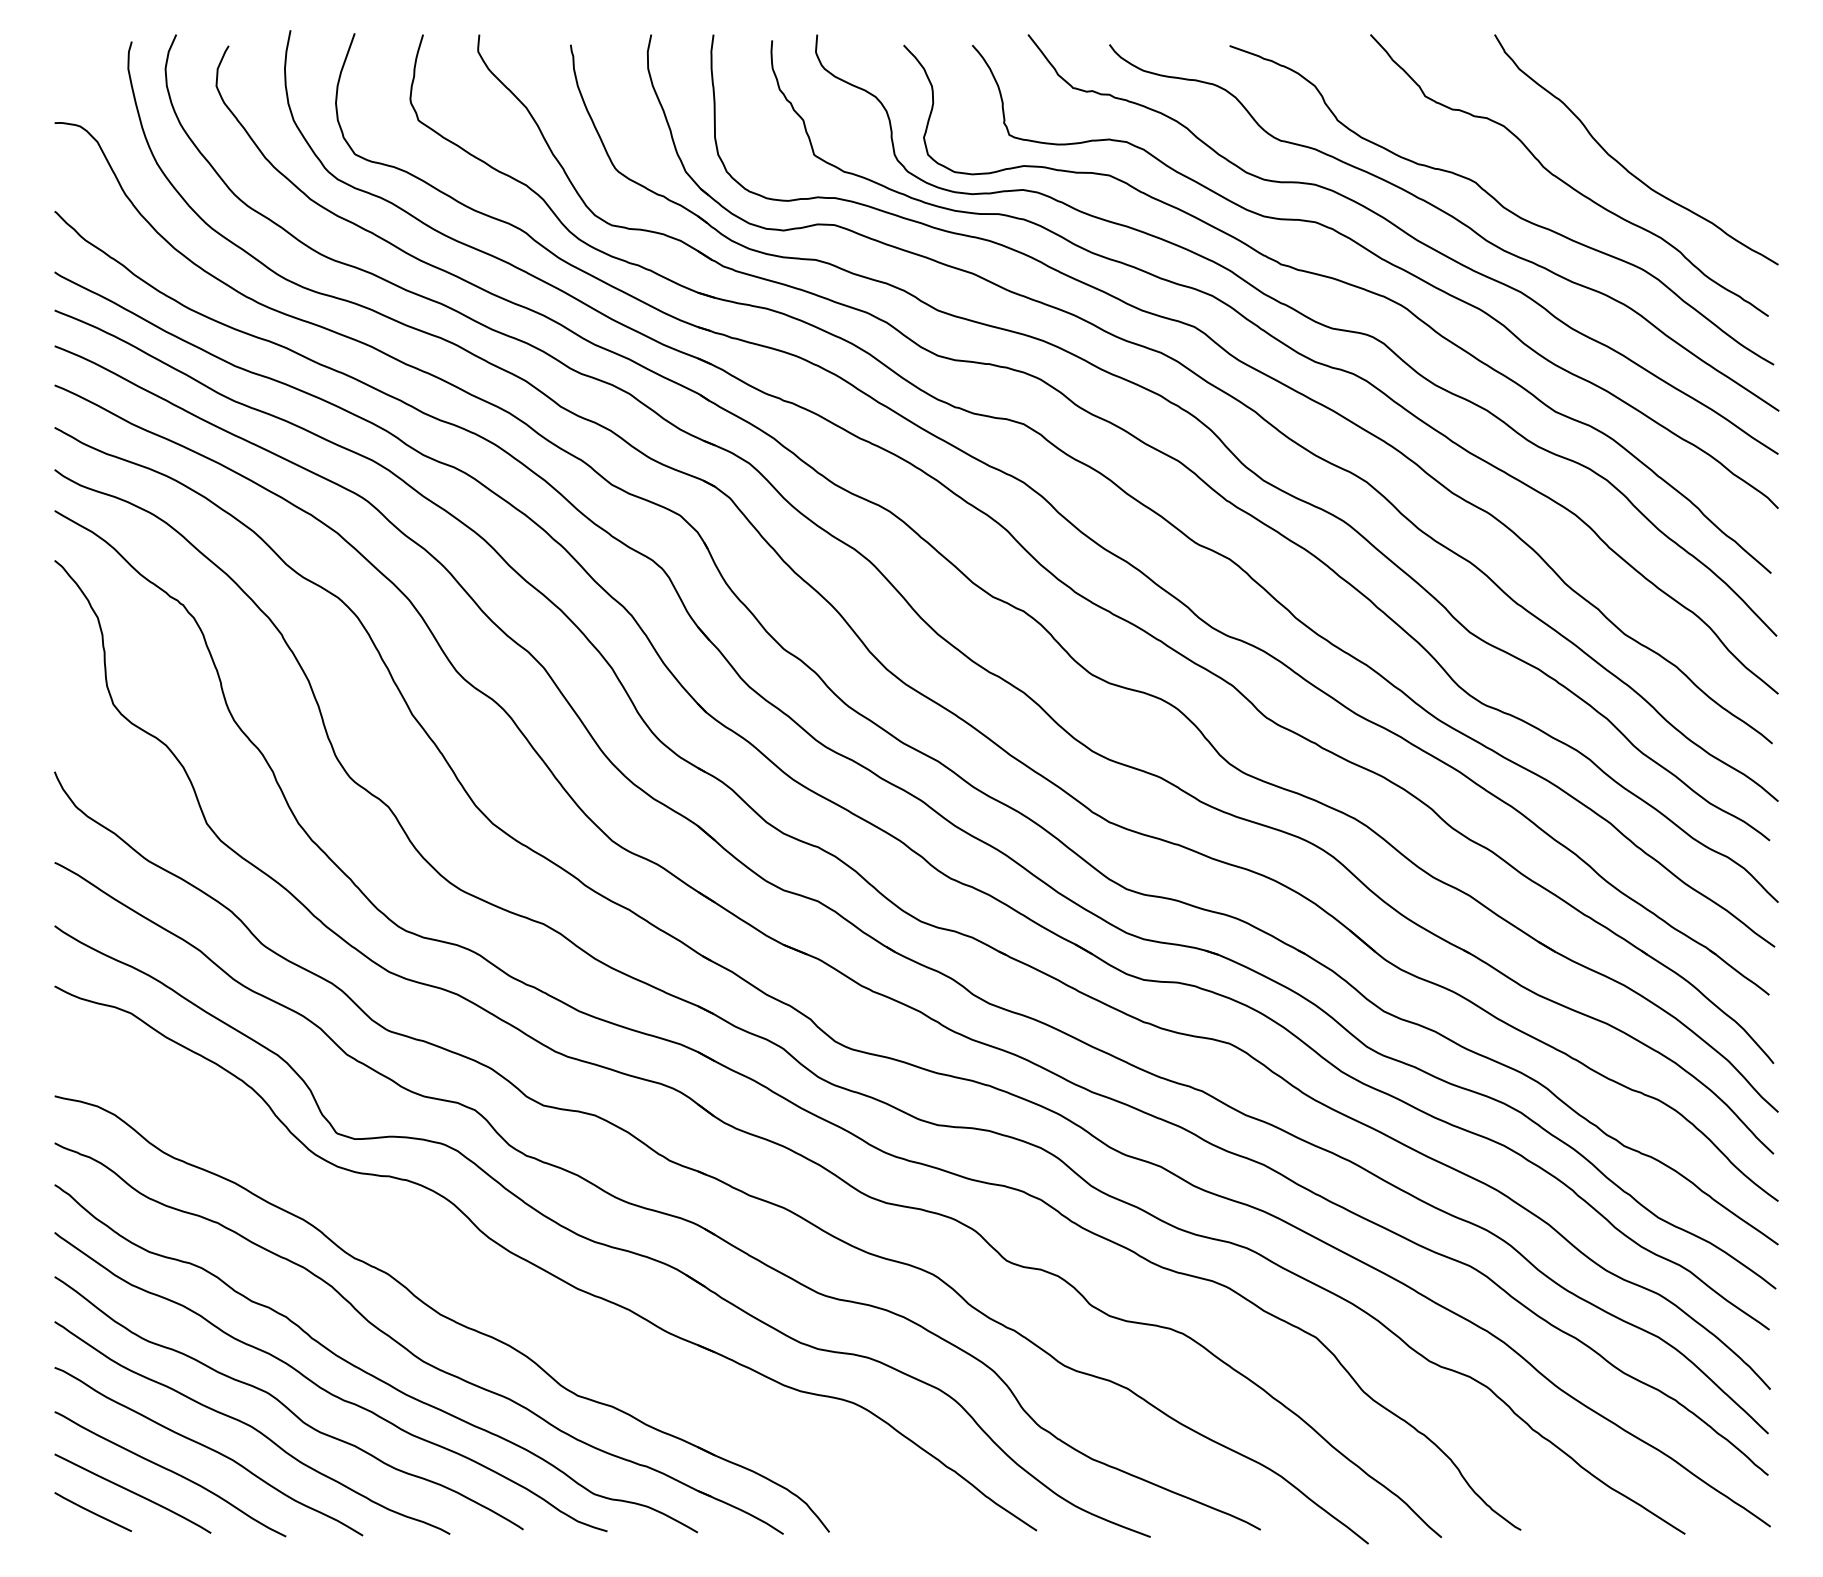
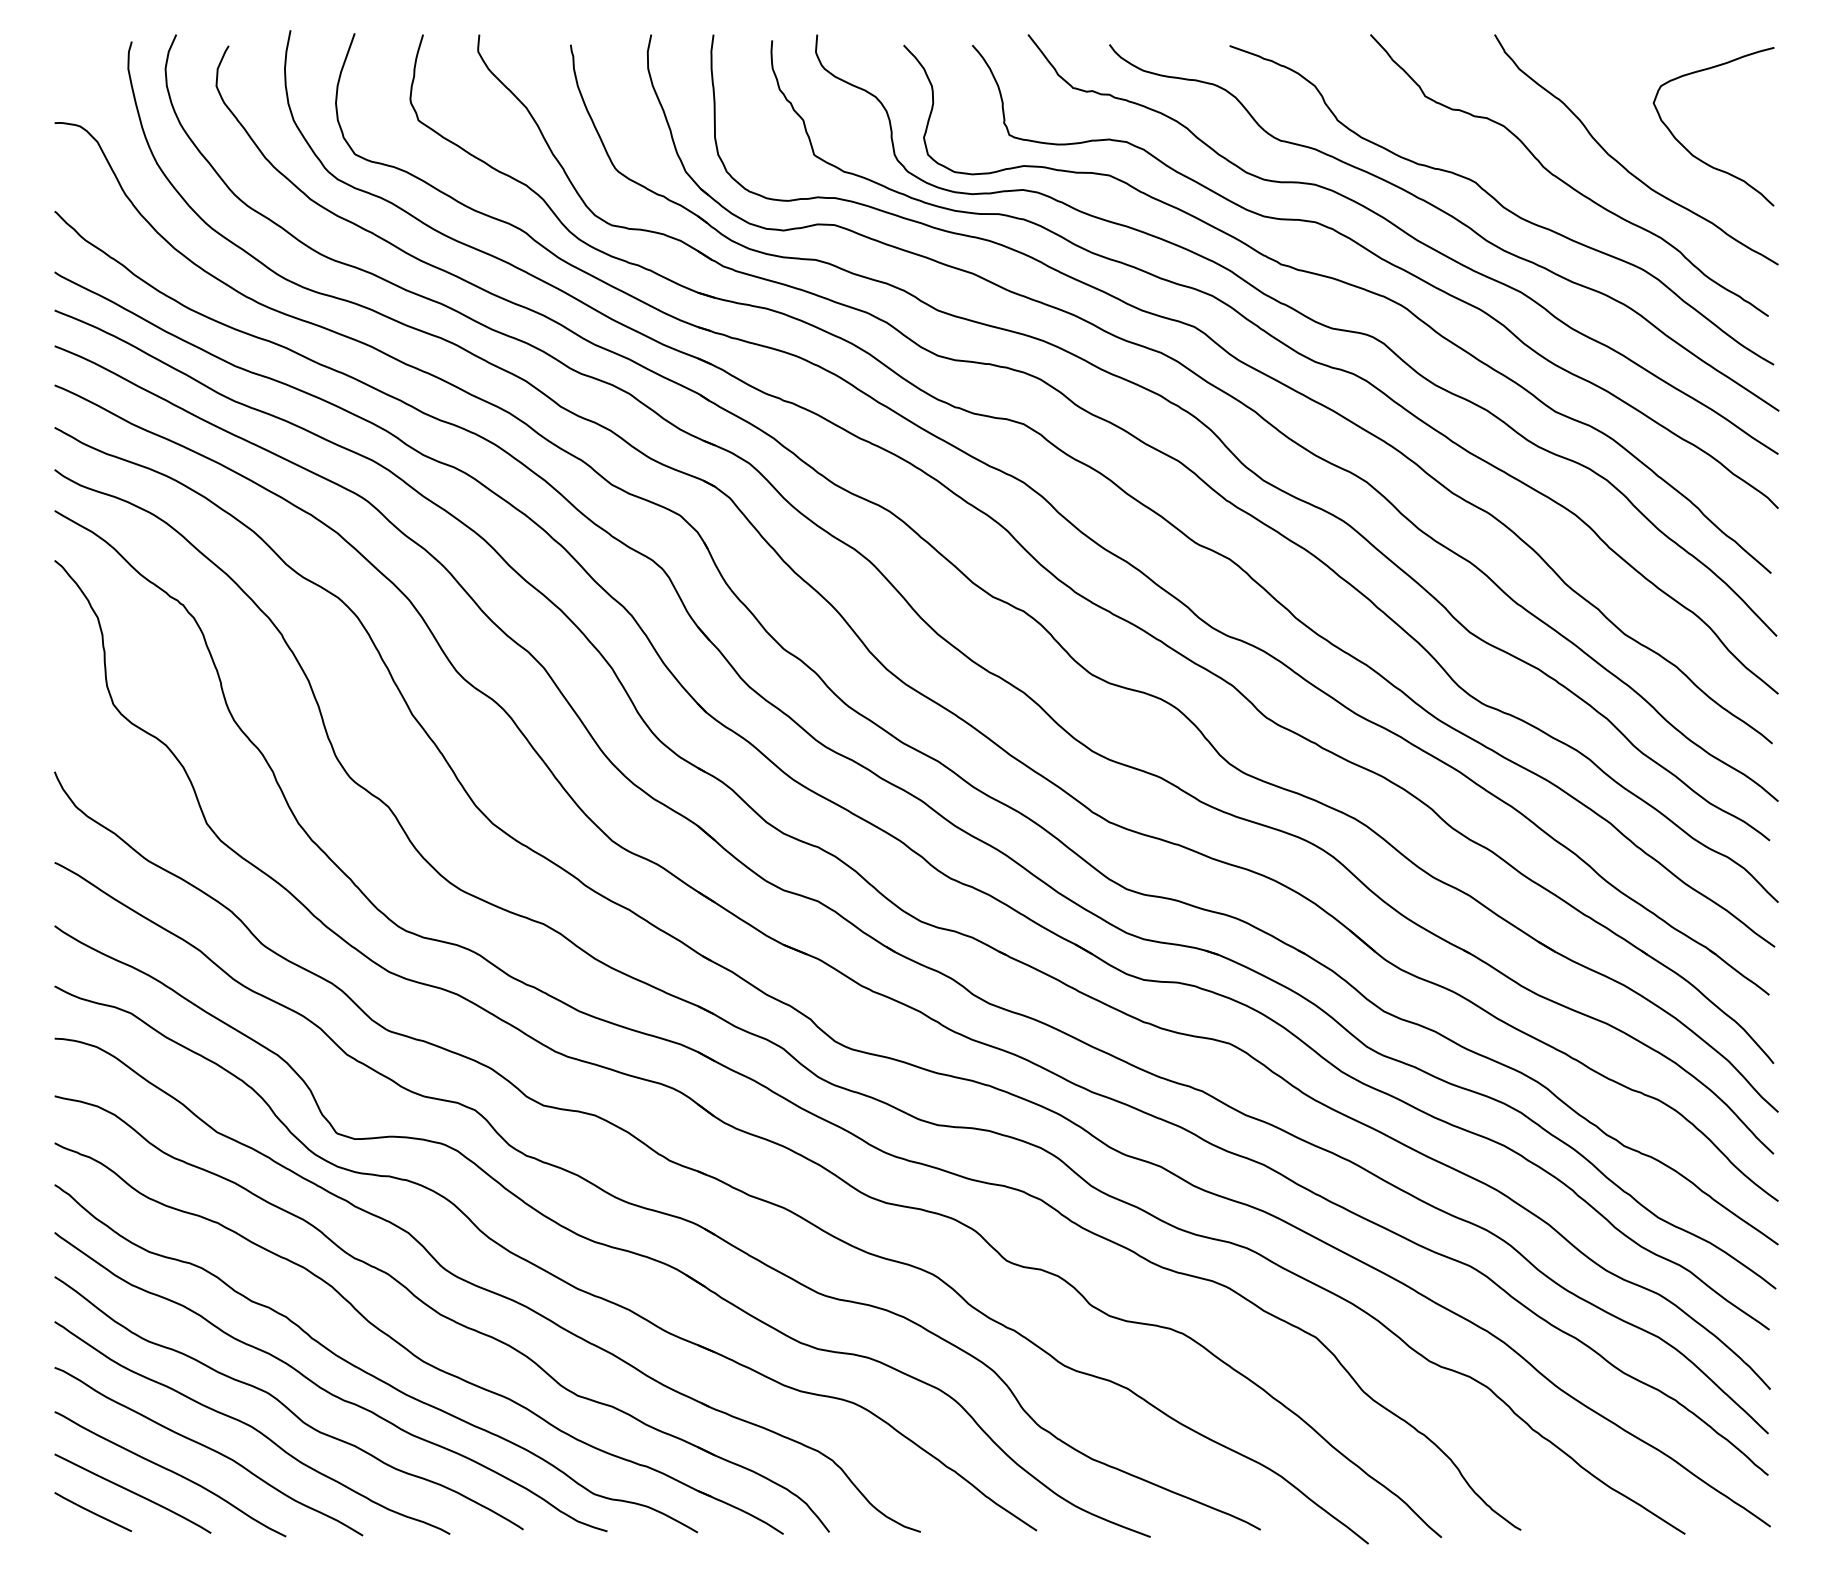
curve at (1689, 150): none -> present
part at (487, 1284): none -> present
